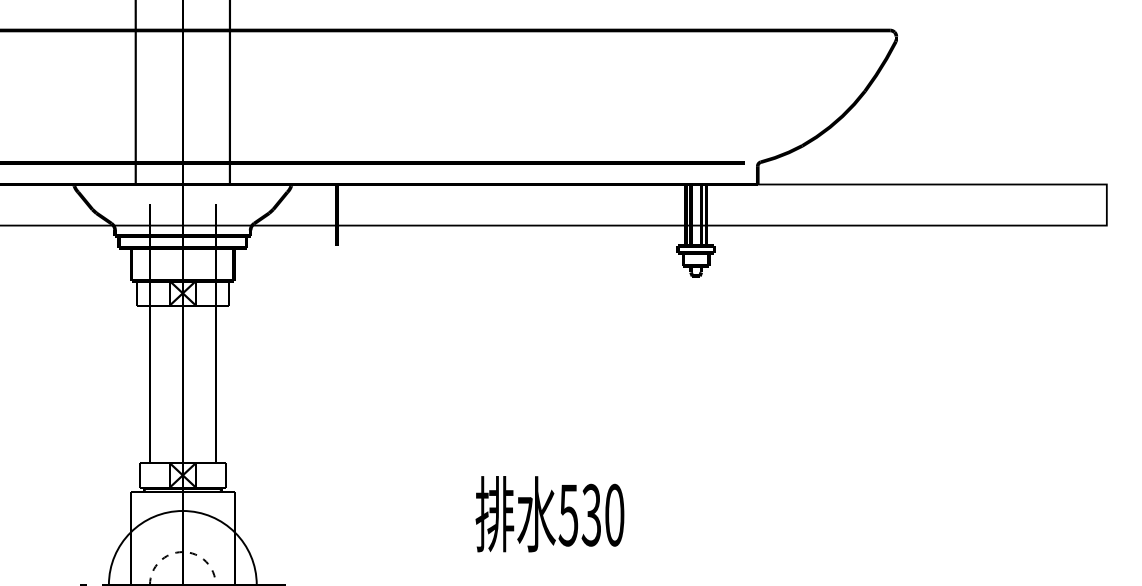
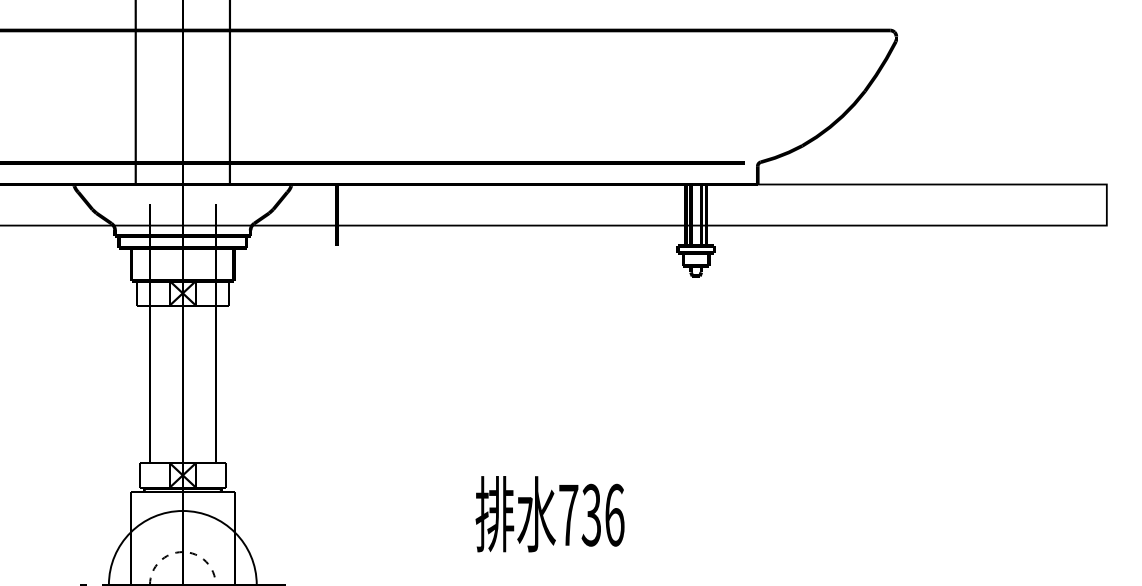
text at (591, 514): 530 -> 736
